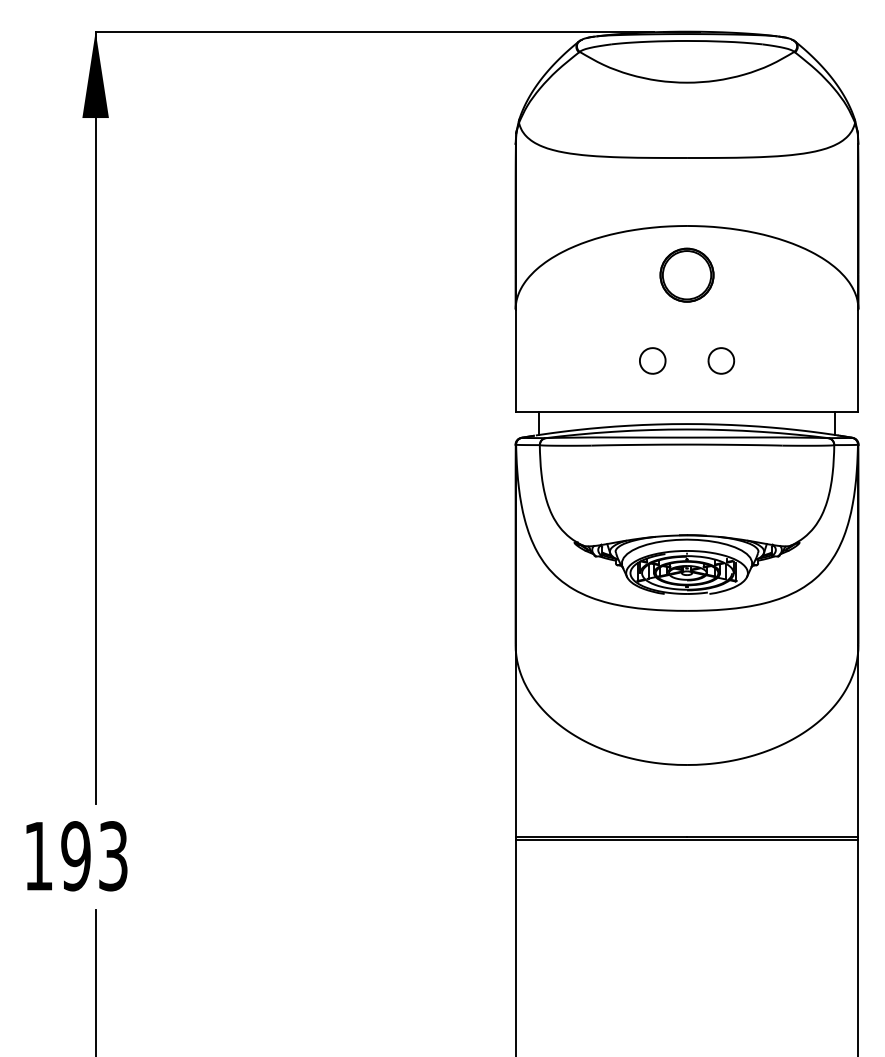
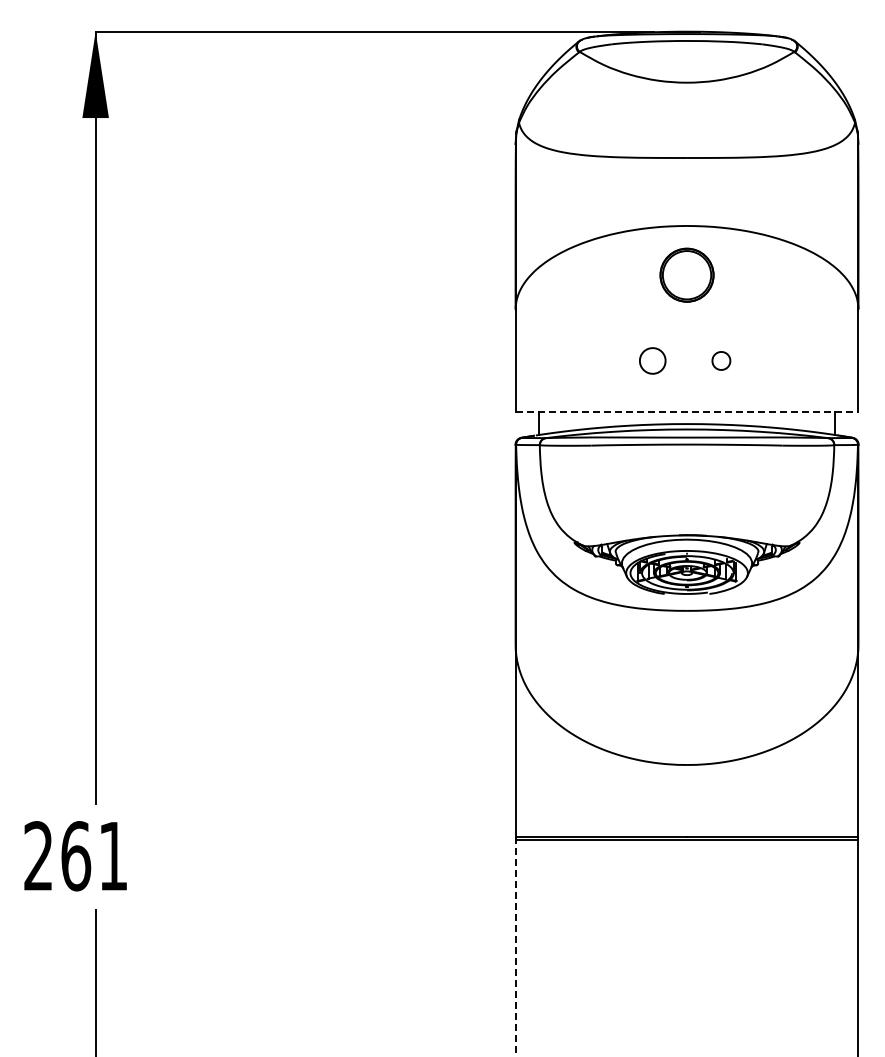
part at (721, 360) size: 29x28 px -> 21x20 px
line at (687, 412): solid -> dashed
text at (75, 856): 193 -> 261
line at (515, 947): solid -> dashed
